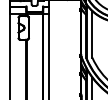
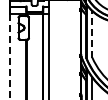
line at (92, 33): solid -> dashed
line at (9, 56): solid -> dashed
